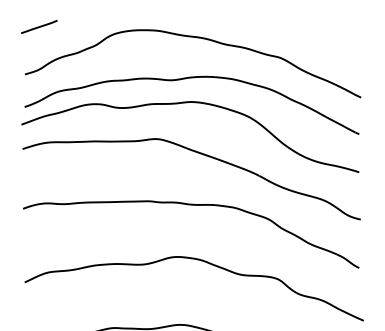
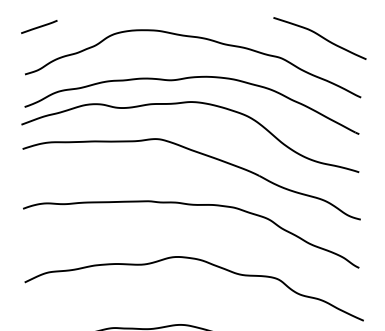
curve at (320, 37): none -> present
